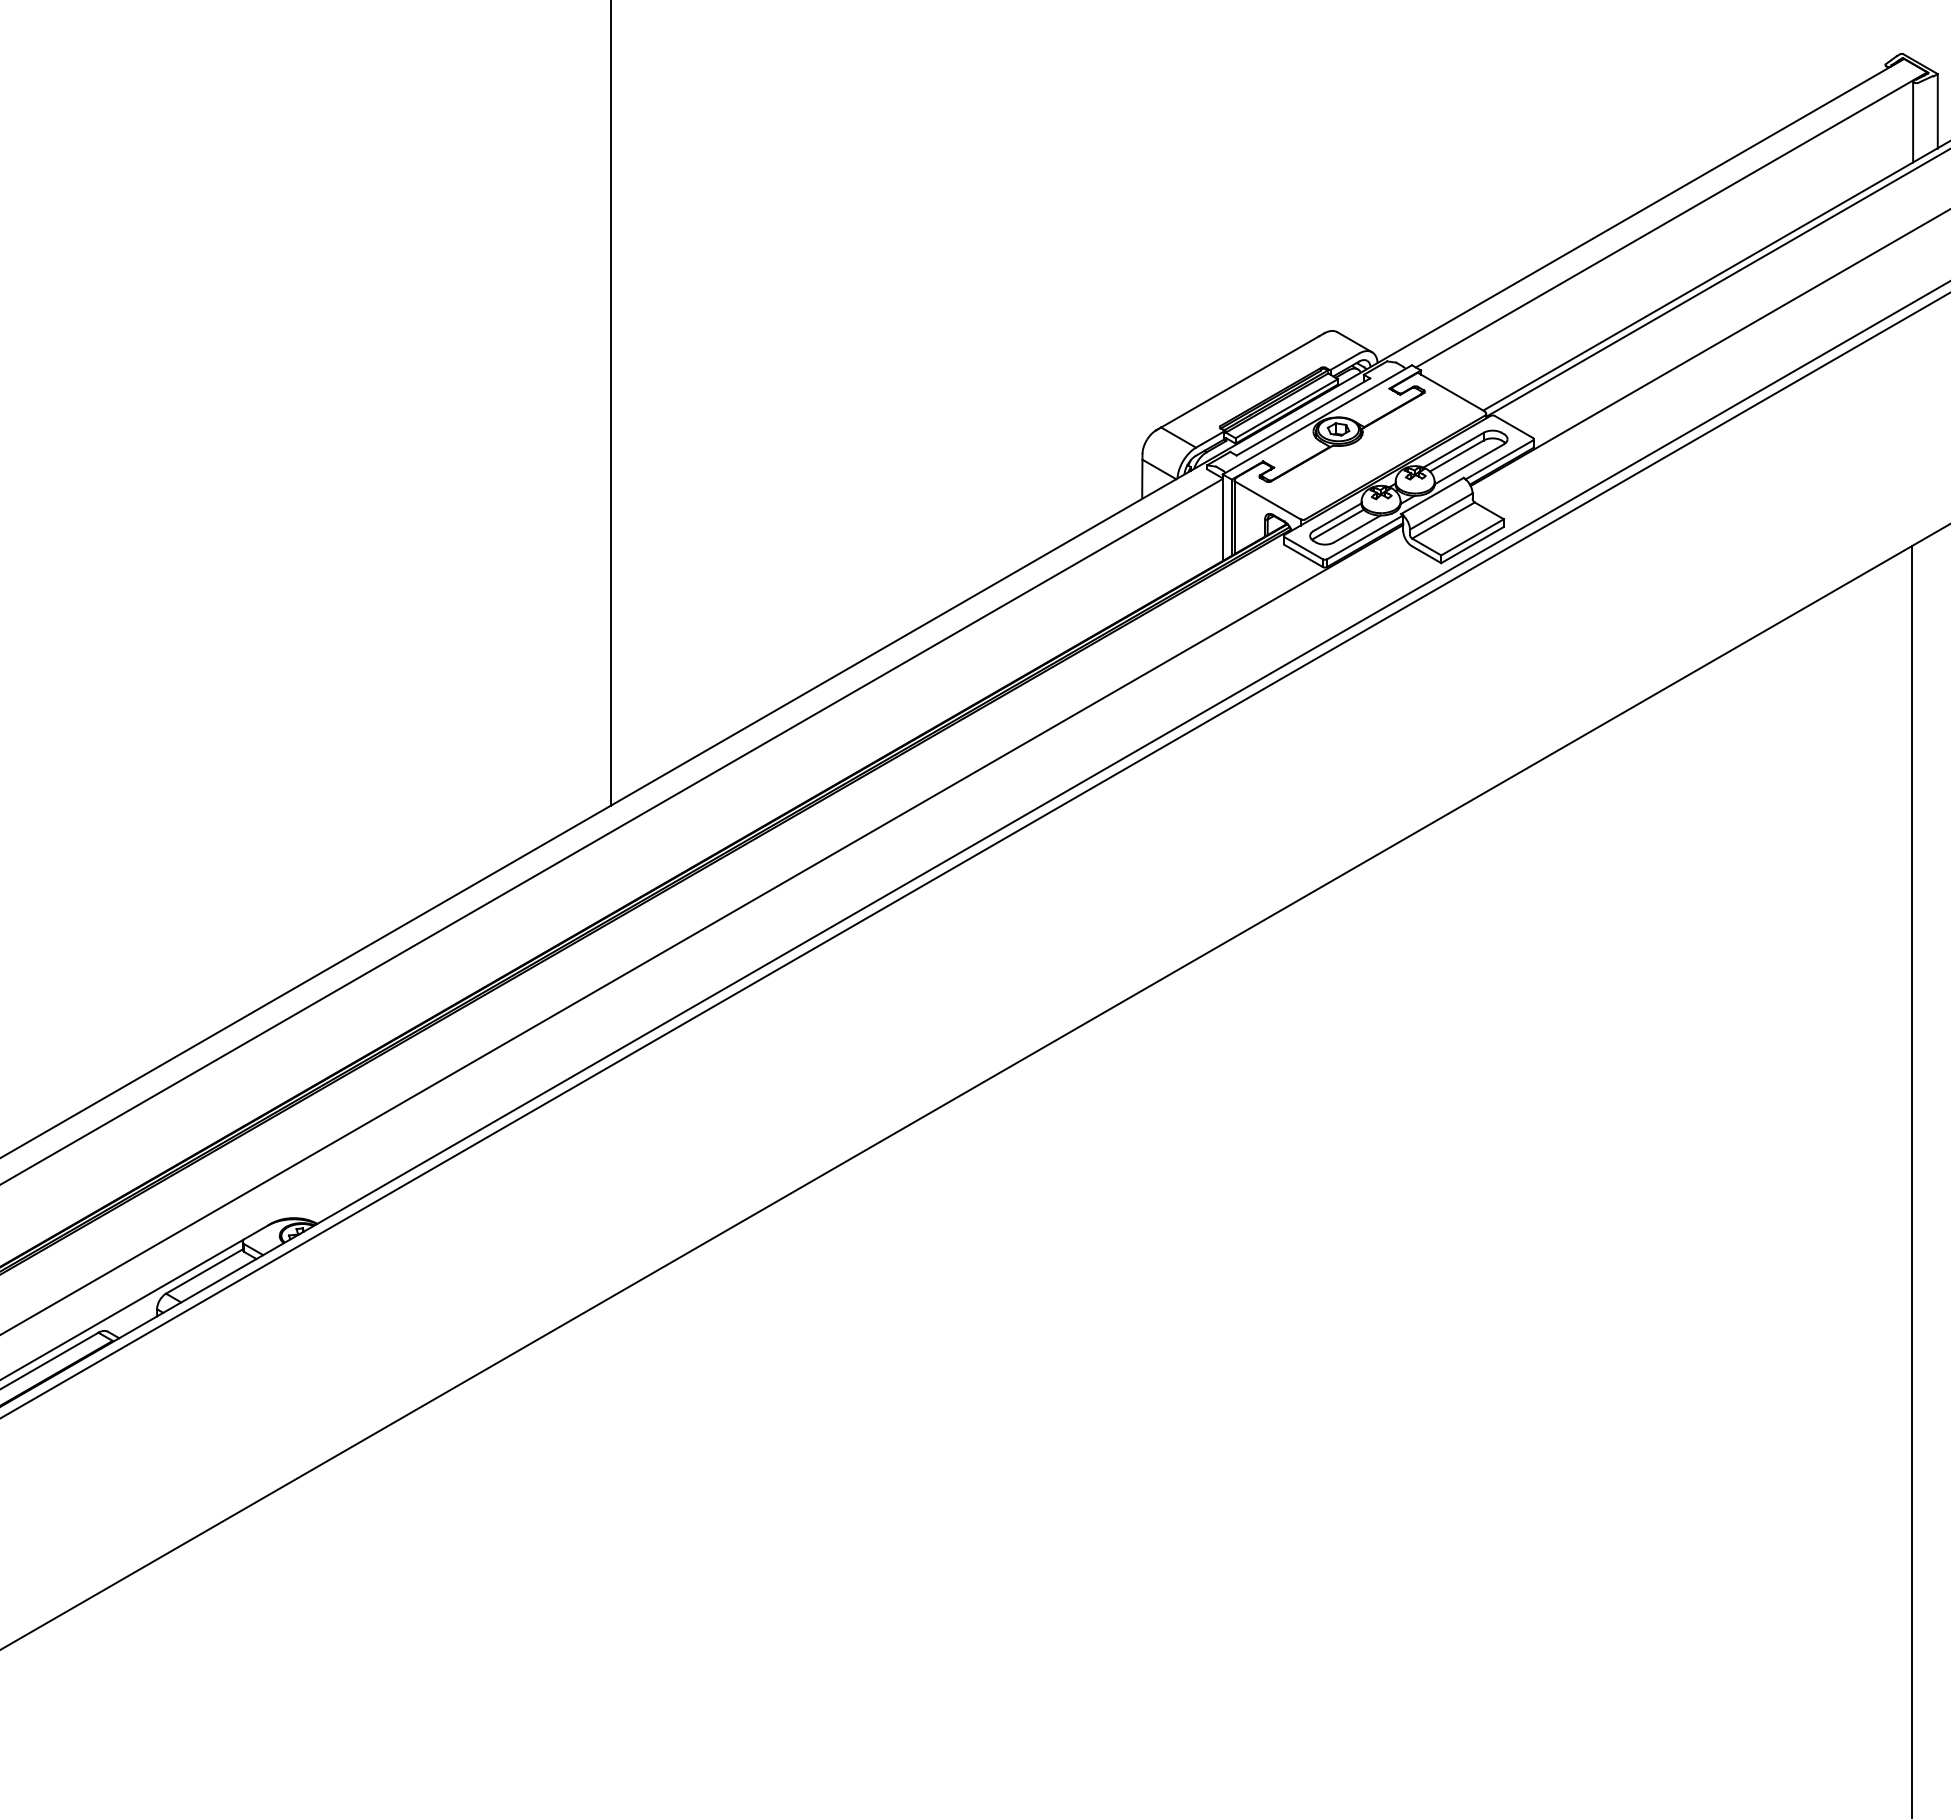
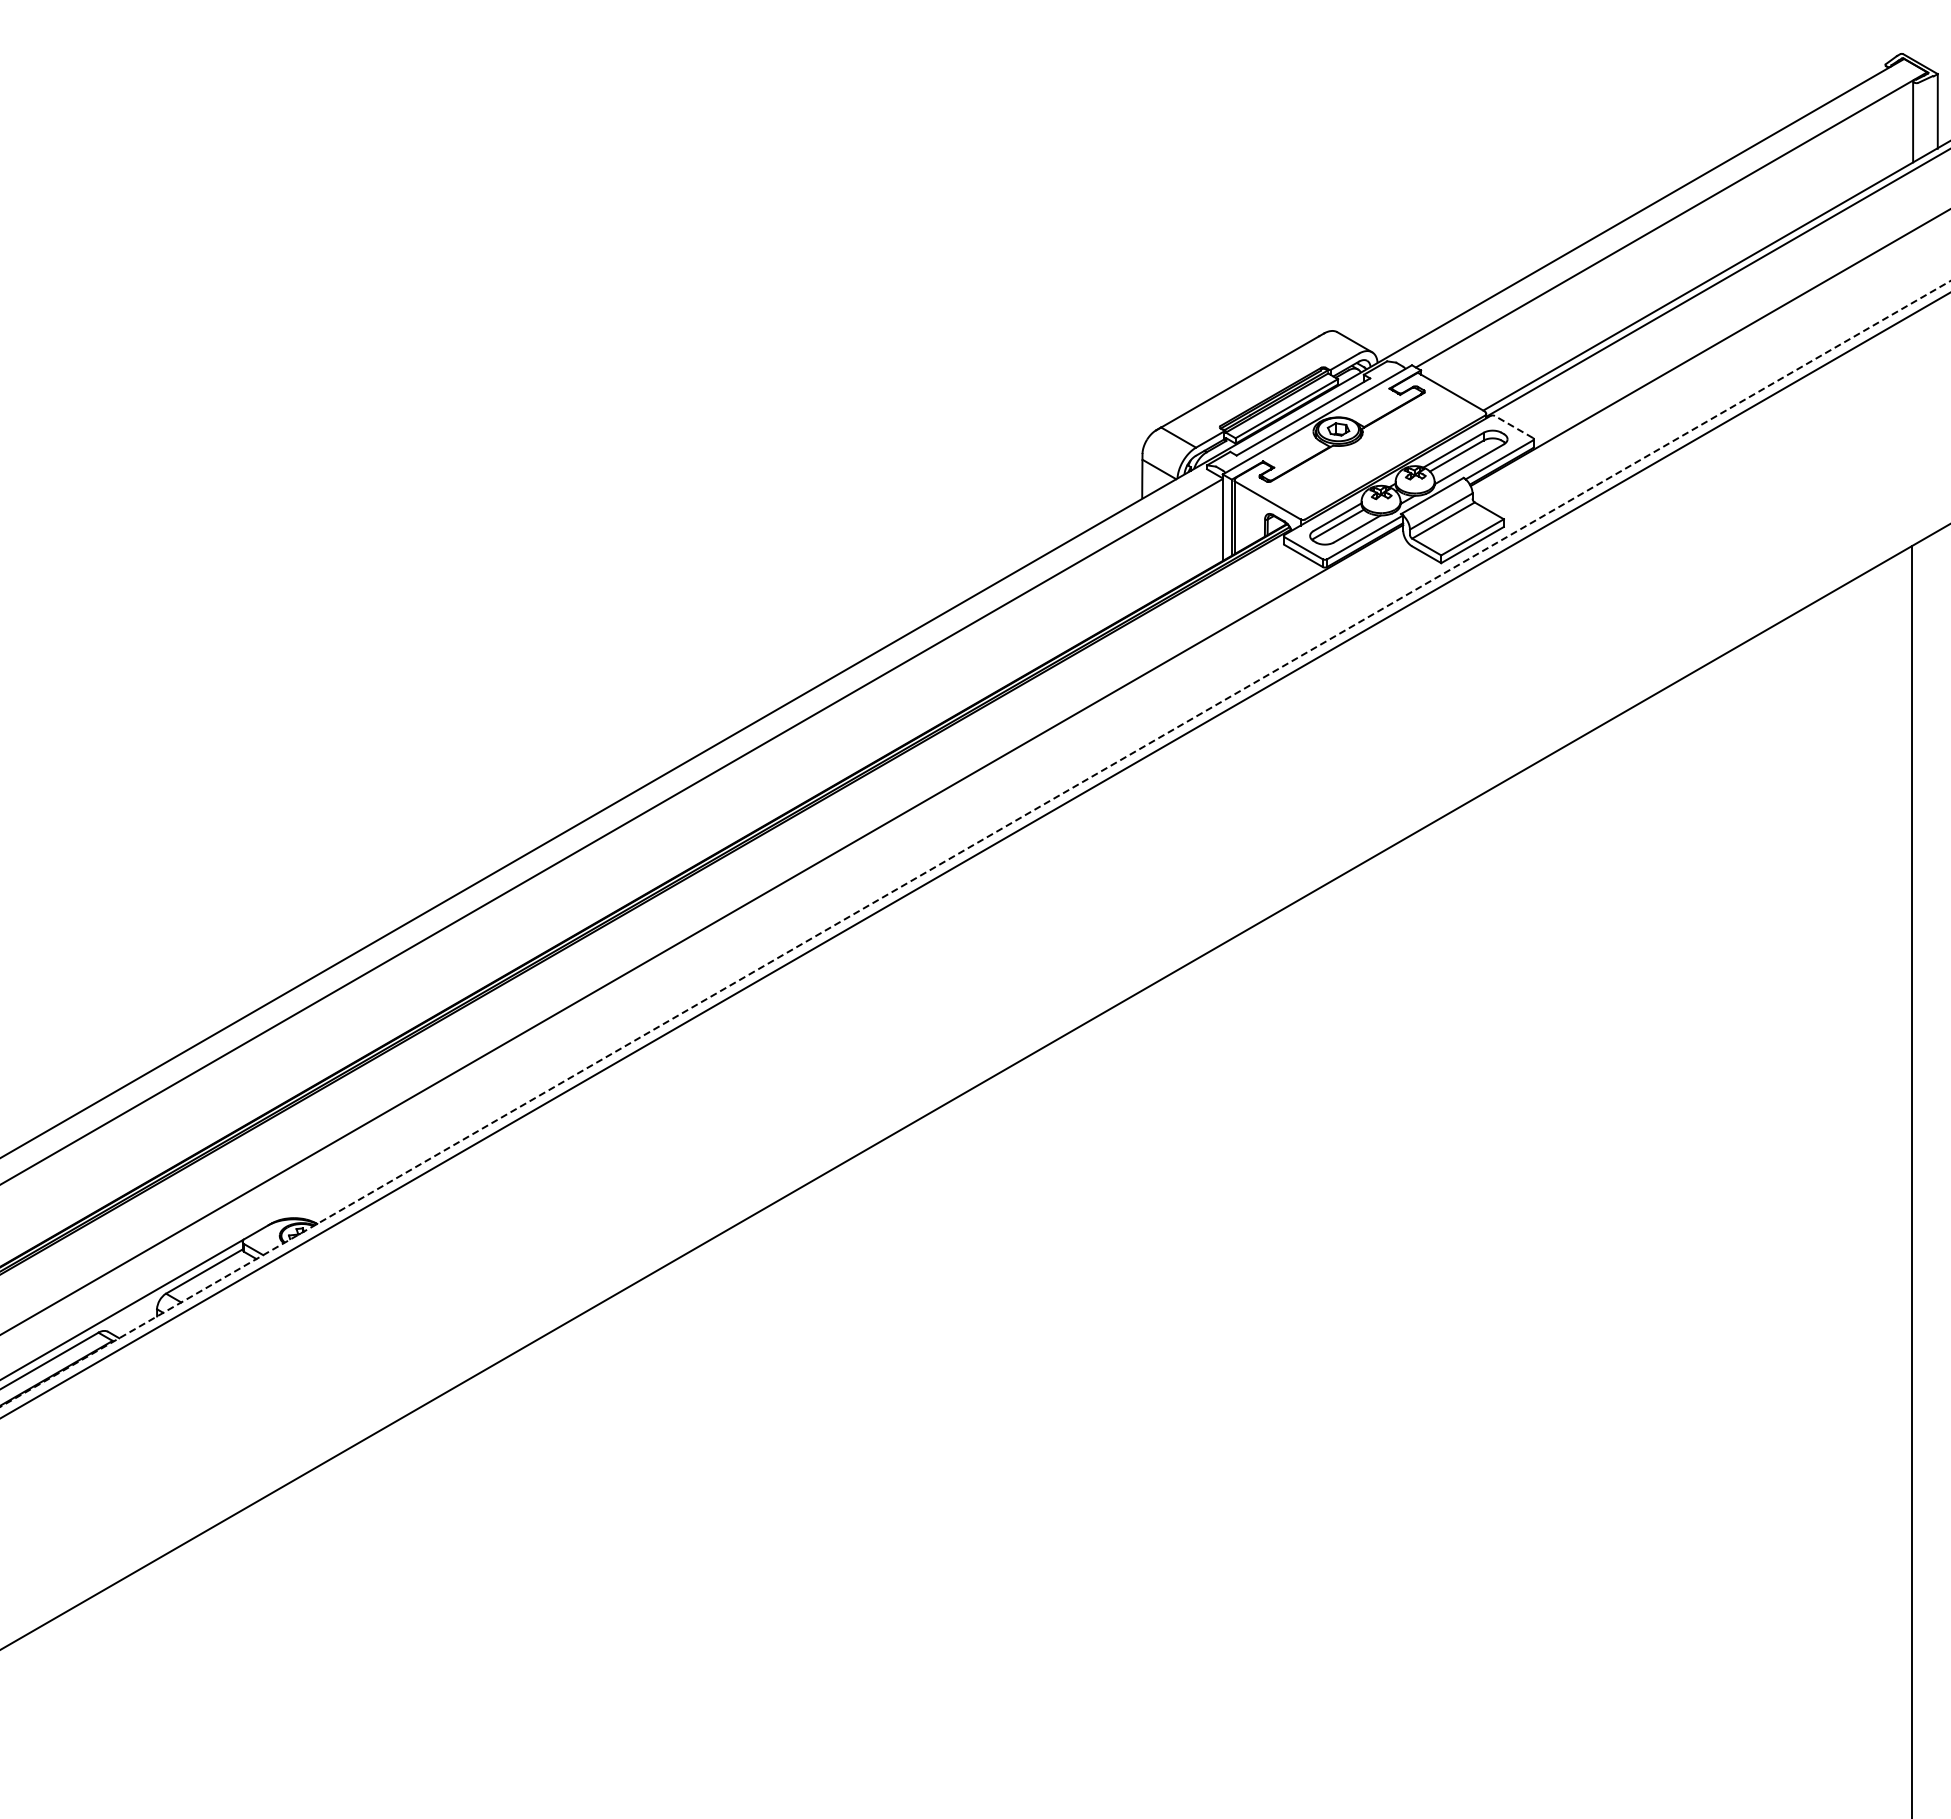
line at (610, 403): present -> none
line at (1513, 426): solid -> dashed
line at (975, 844): solid -> dashed
